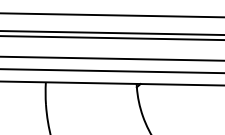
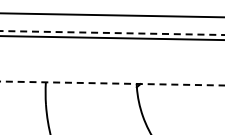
line at (112, 33): solid -> dashed
line at (111, 58): present -> none
line at (111, 71): present -> none
line at (112, 83): solid -> dashed
